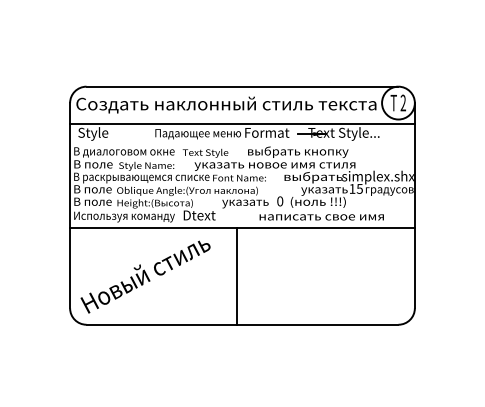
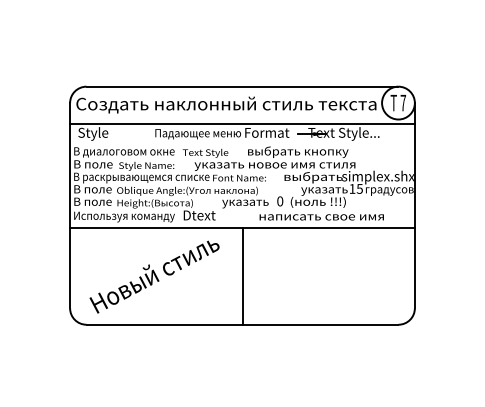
text at (403, 102): 2 -> 7
text at (145, 276) position: (145, 276) -> (154, 276)
line at (236, 276) position: (236, 276) -> (242, 276)
